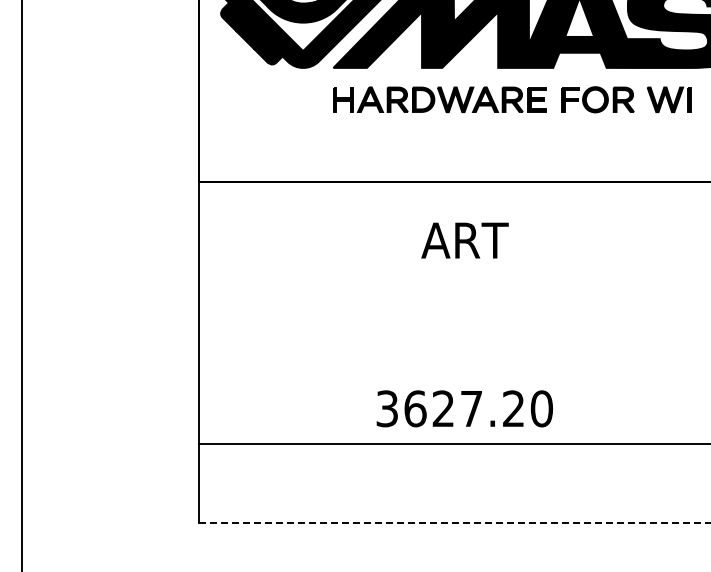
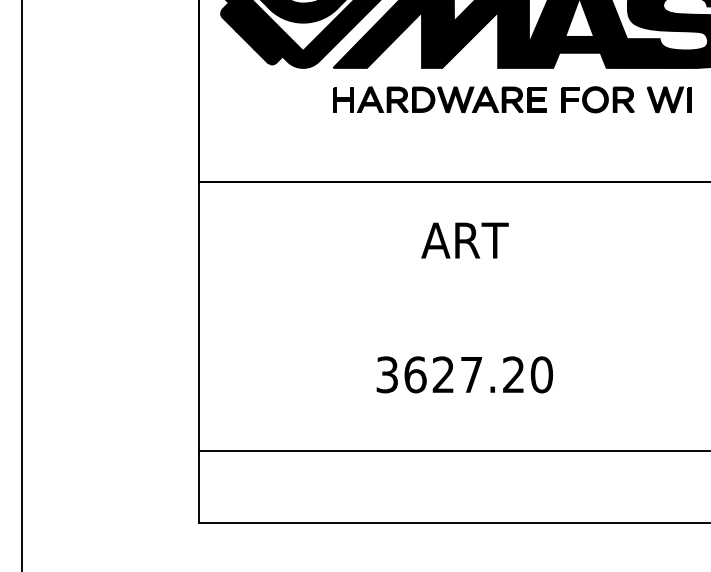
text at (464, 408) position: (464, 408) -> (464, 374)
line at (453, 443) position: (453, 443) -> (453, 450)
line at (454, 522): dashed -> solid
